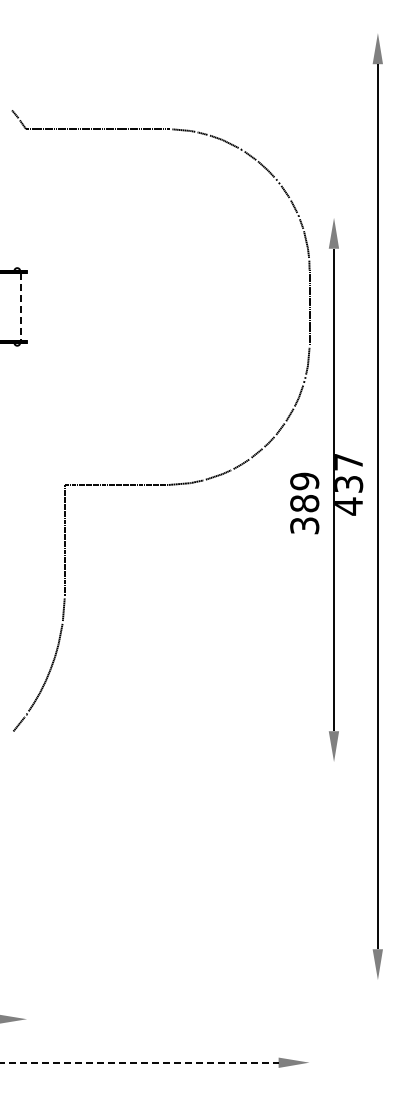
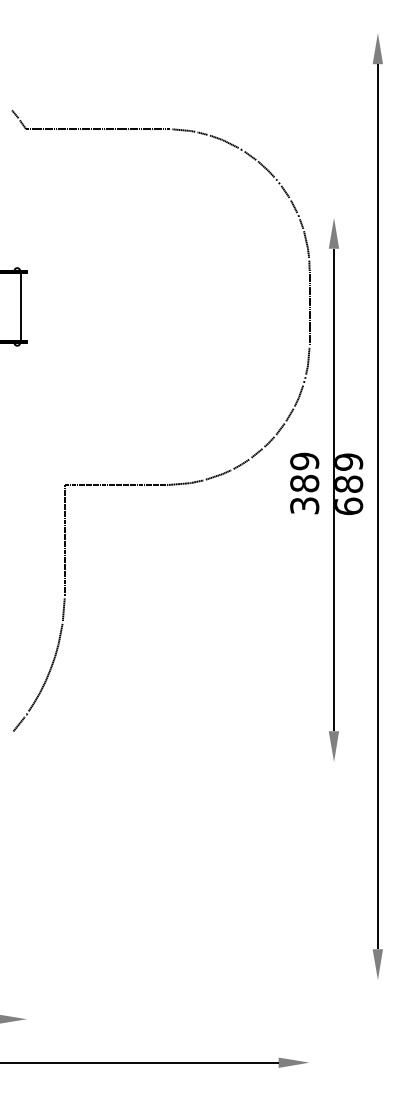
line at (21, 307): dashed -> solid
text at (349, 484): 437 -> 689
text at (304, 503) position: (304, 503) -> (304, 483)
line at (139, 1062): dashed -> solid
